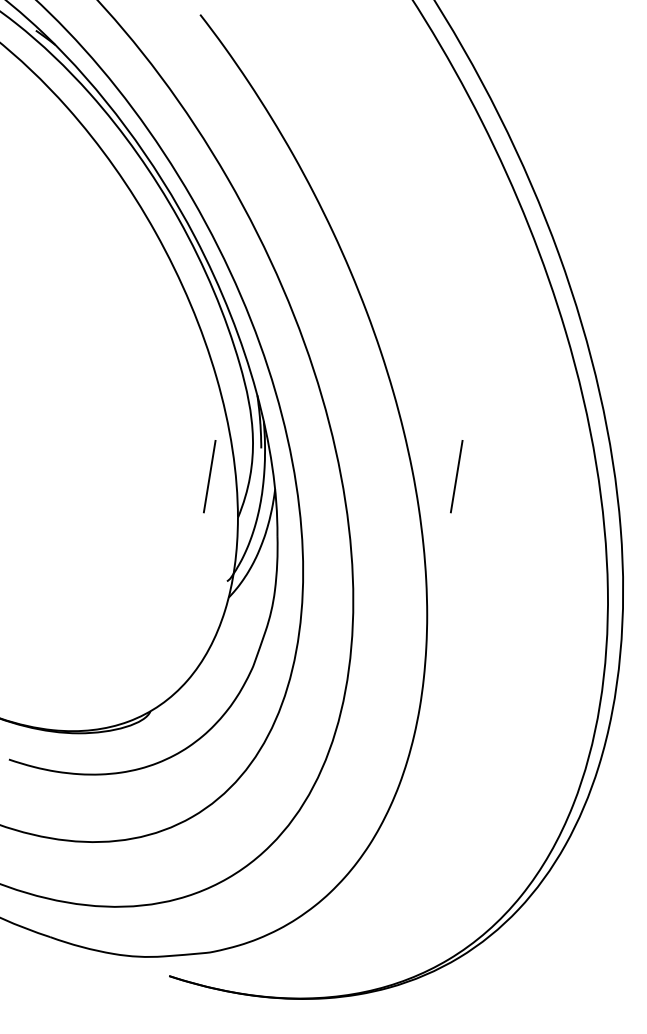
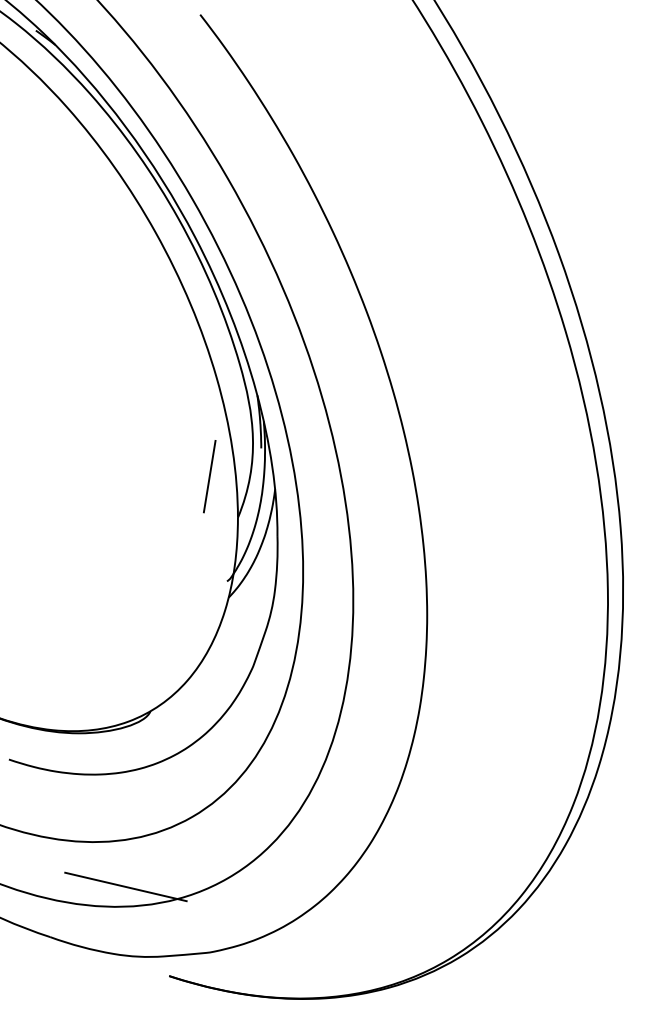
line at (456, 476): present -> none
line at (125, 886): none -> present
